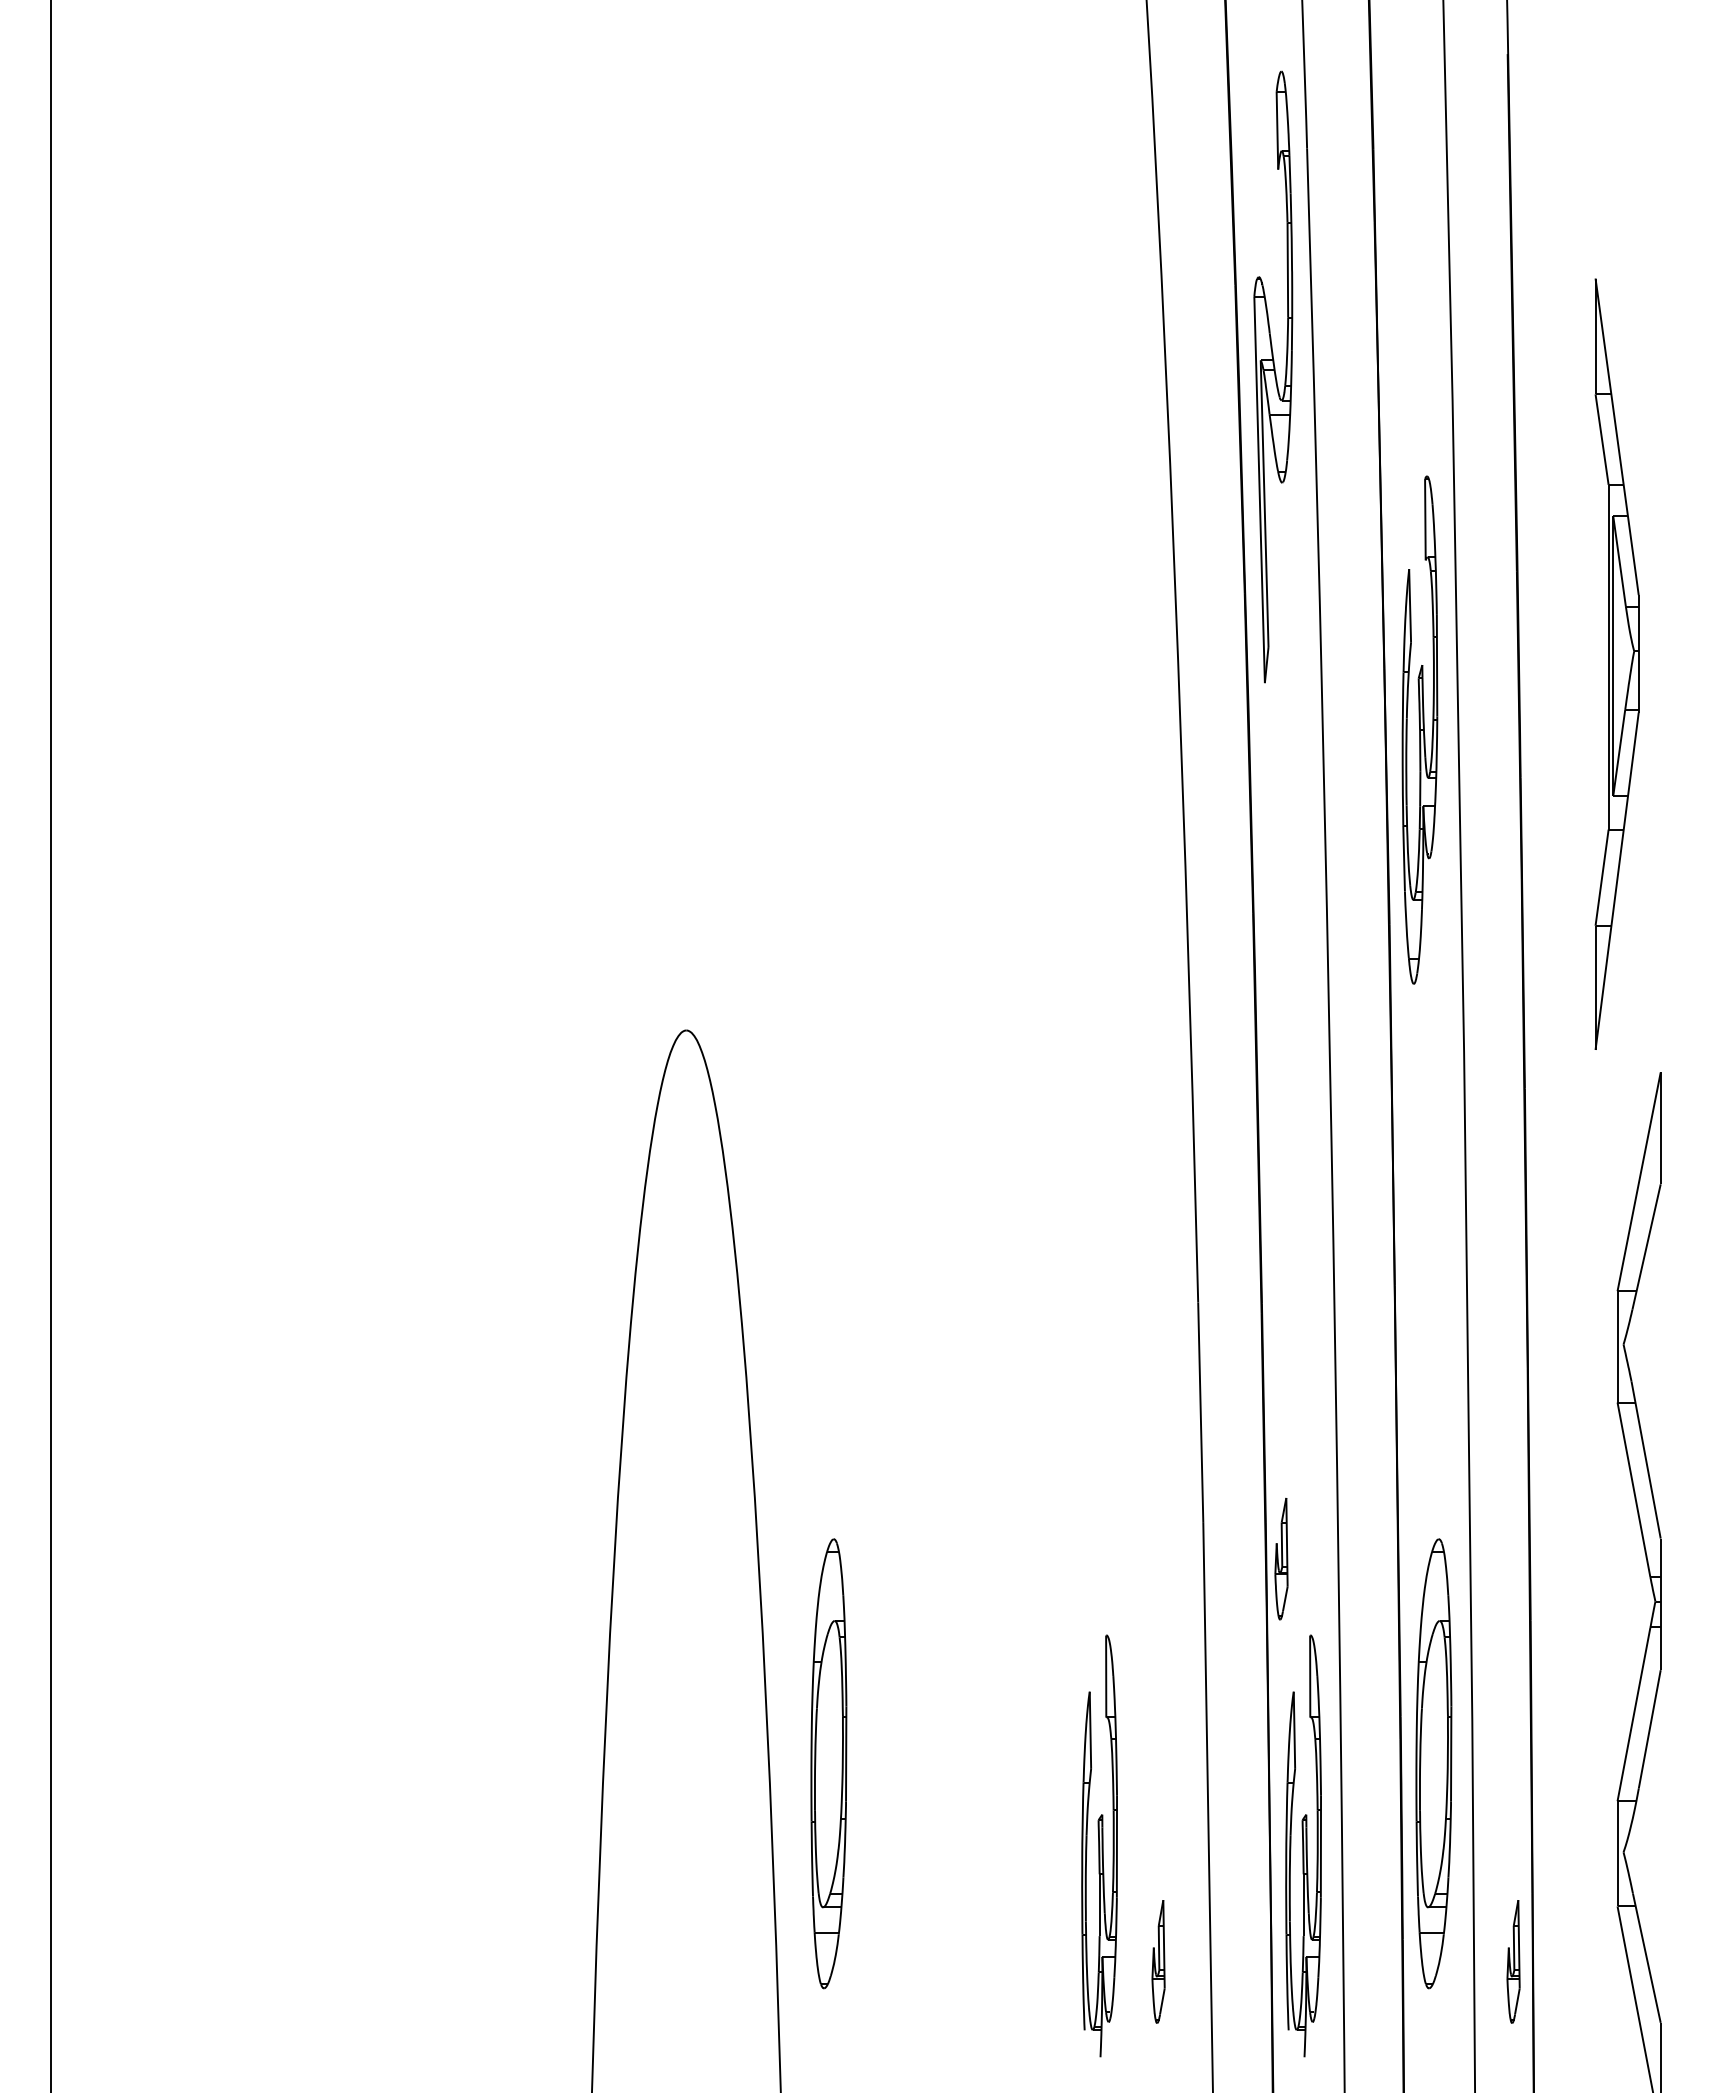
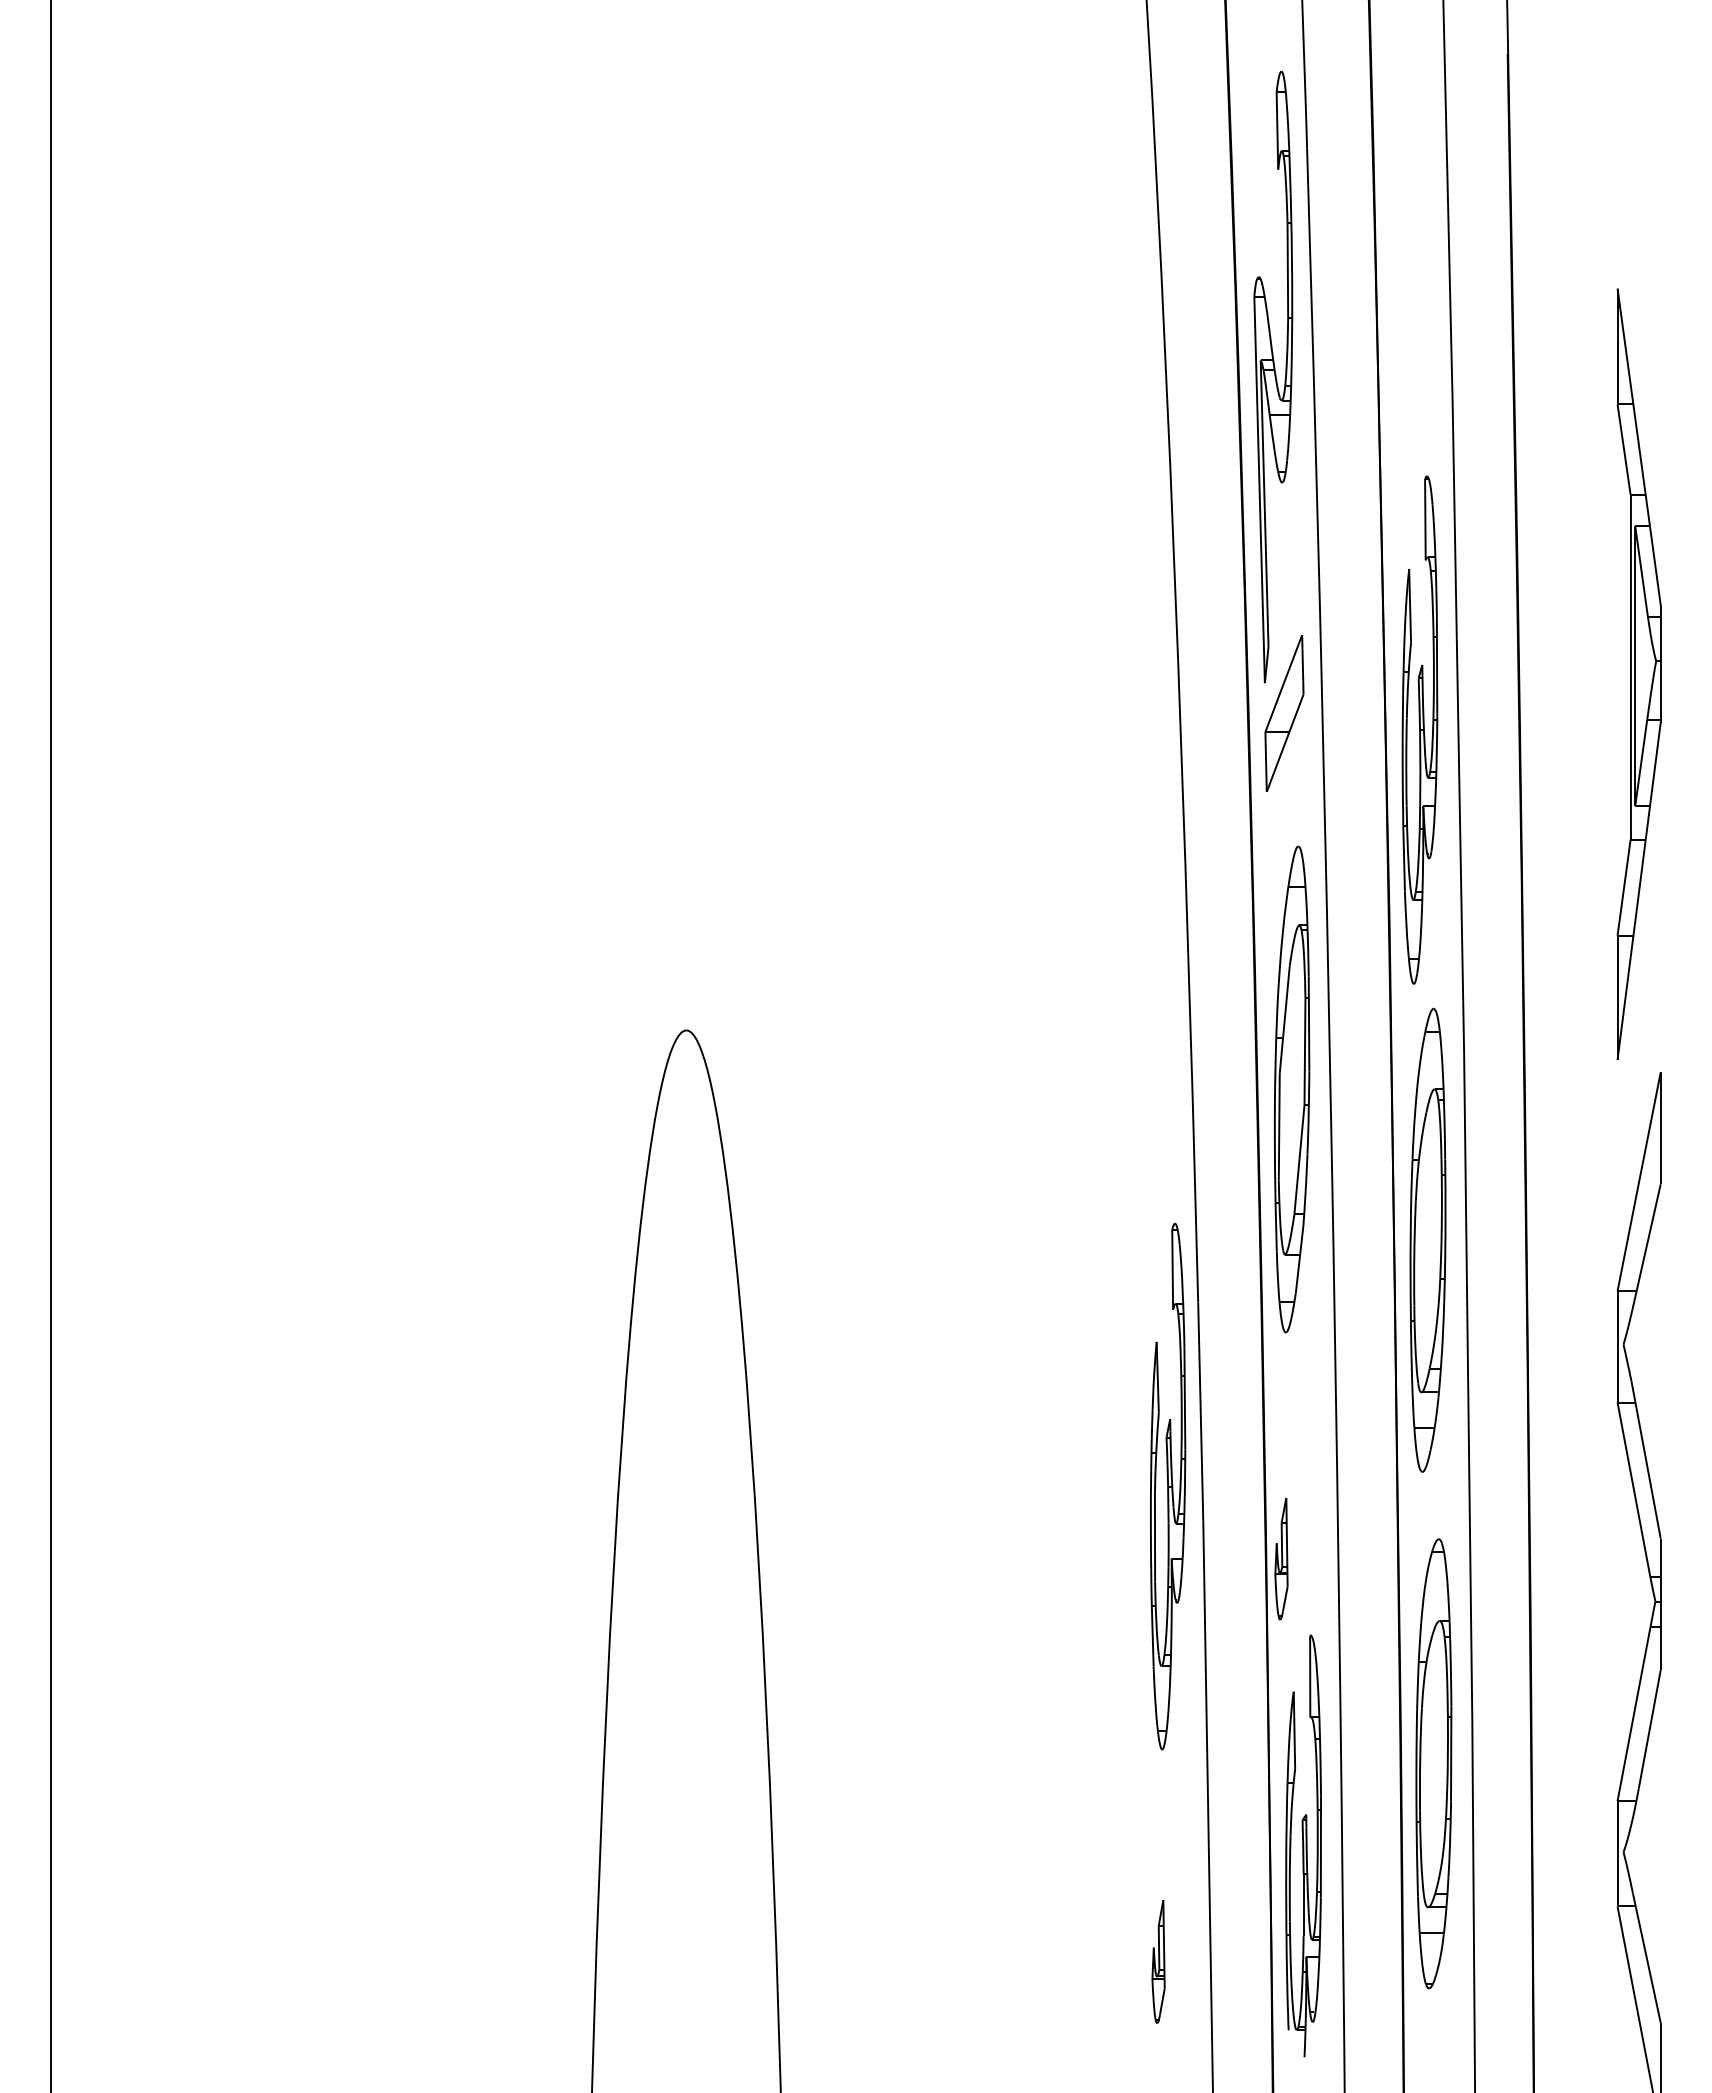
part at (1616, 663) position: (1616, 663) -> (1638, 673)
part at (1284, 713): none -> present
part at (1292, 1089): none -> present
part at (1427, 1239): none -> present
part at (1168, 1486): none -> present
part at (828, 1763): present -> none
part at (1099, 1845): present -> none
part at (1513, 1961): present -> none
